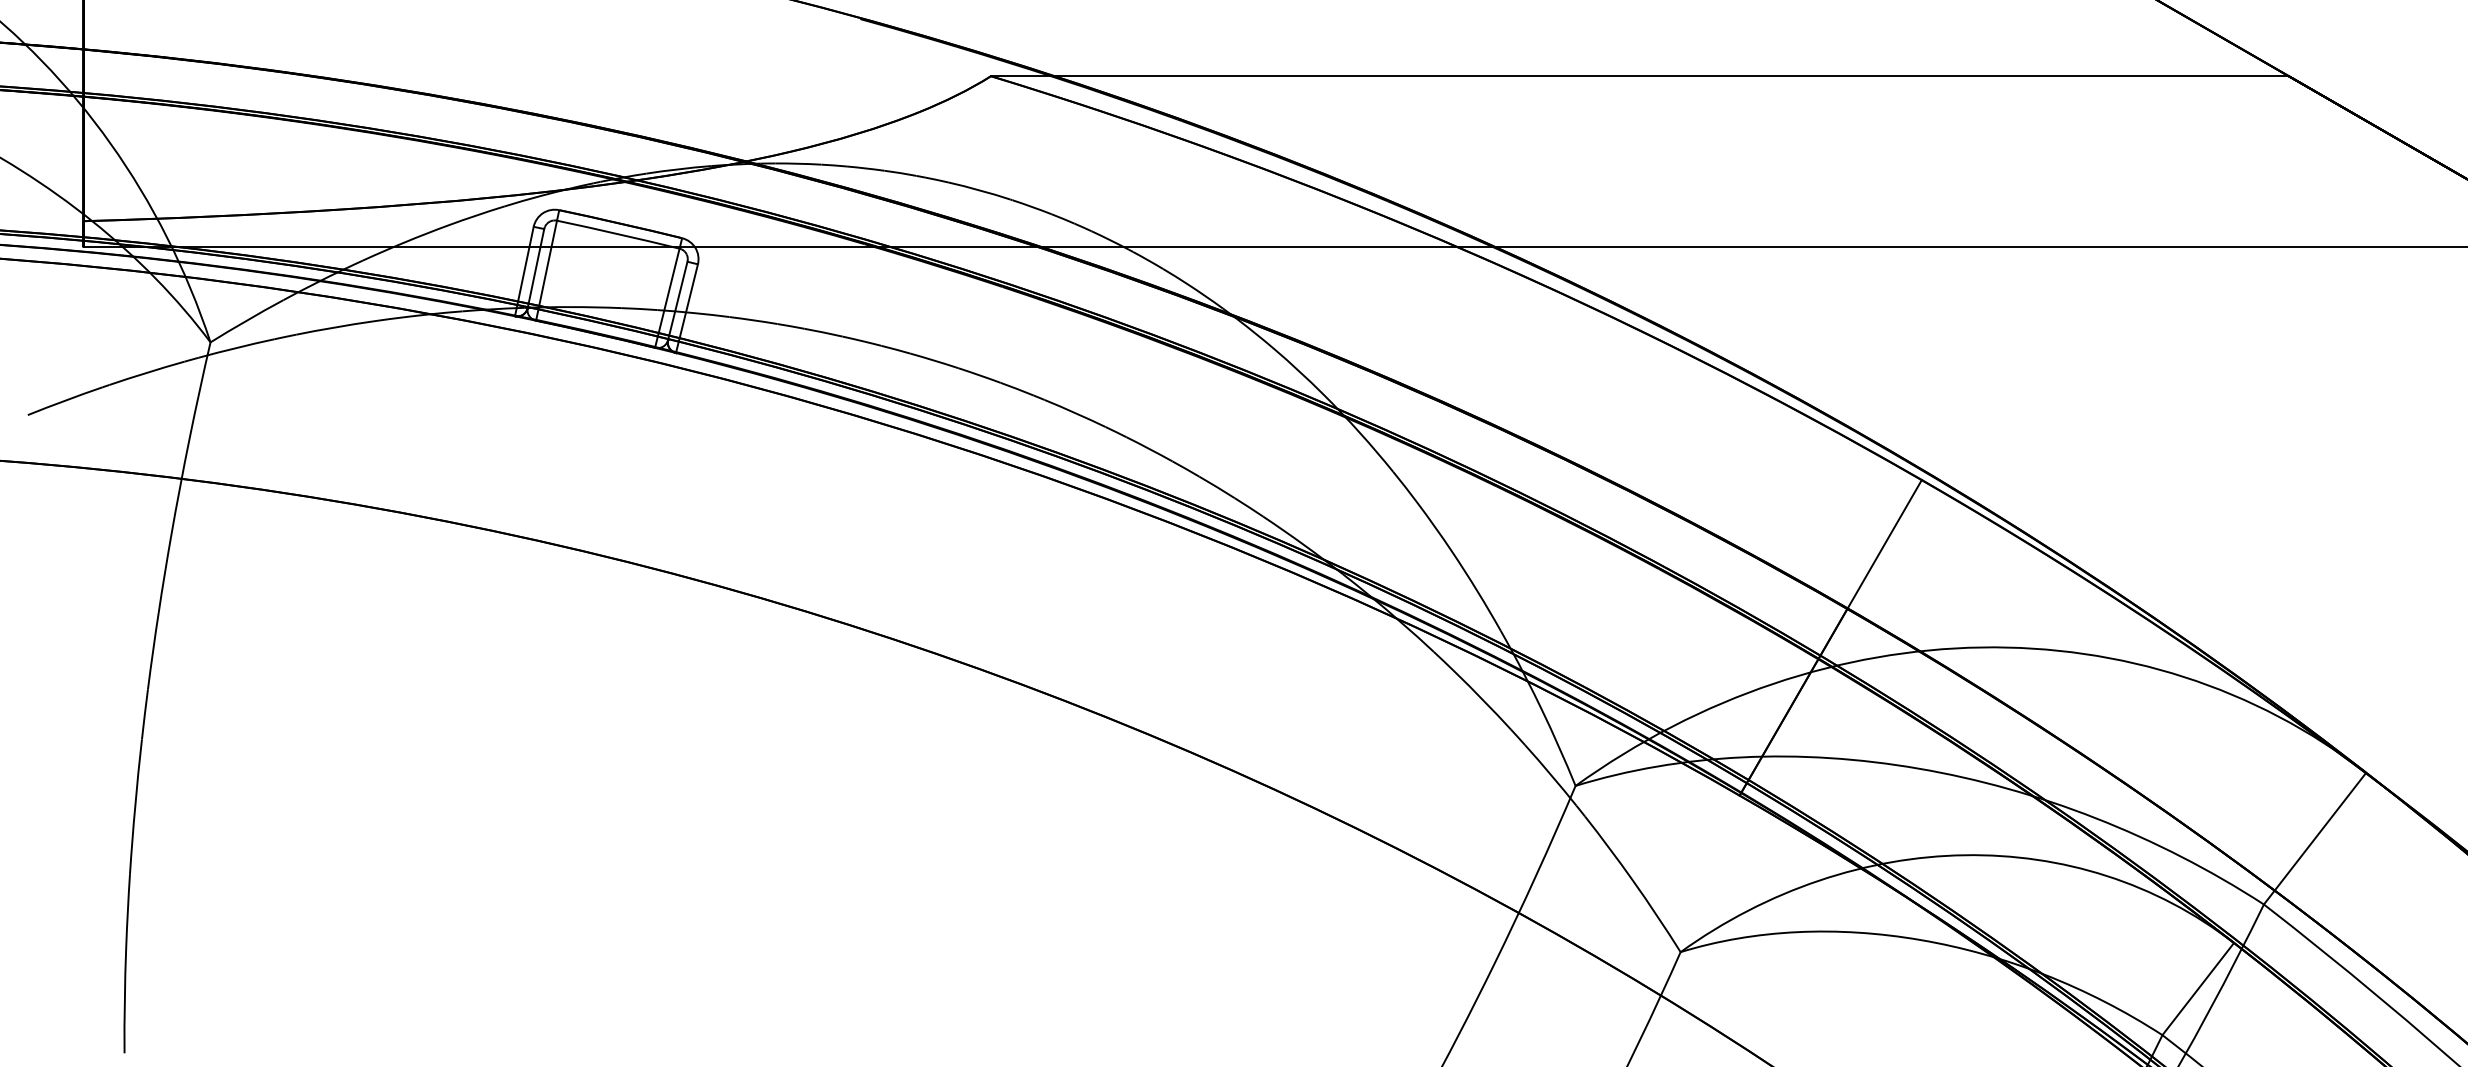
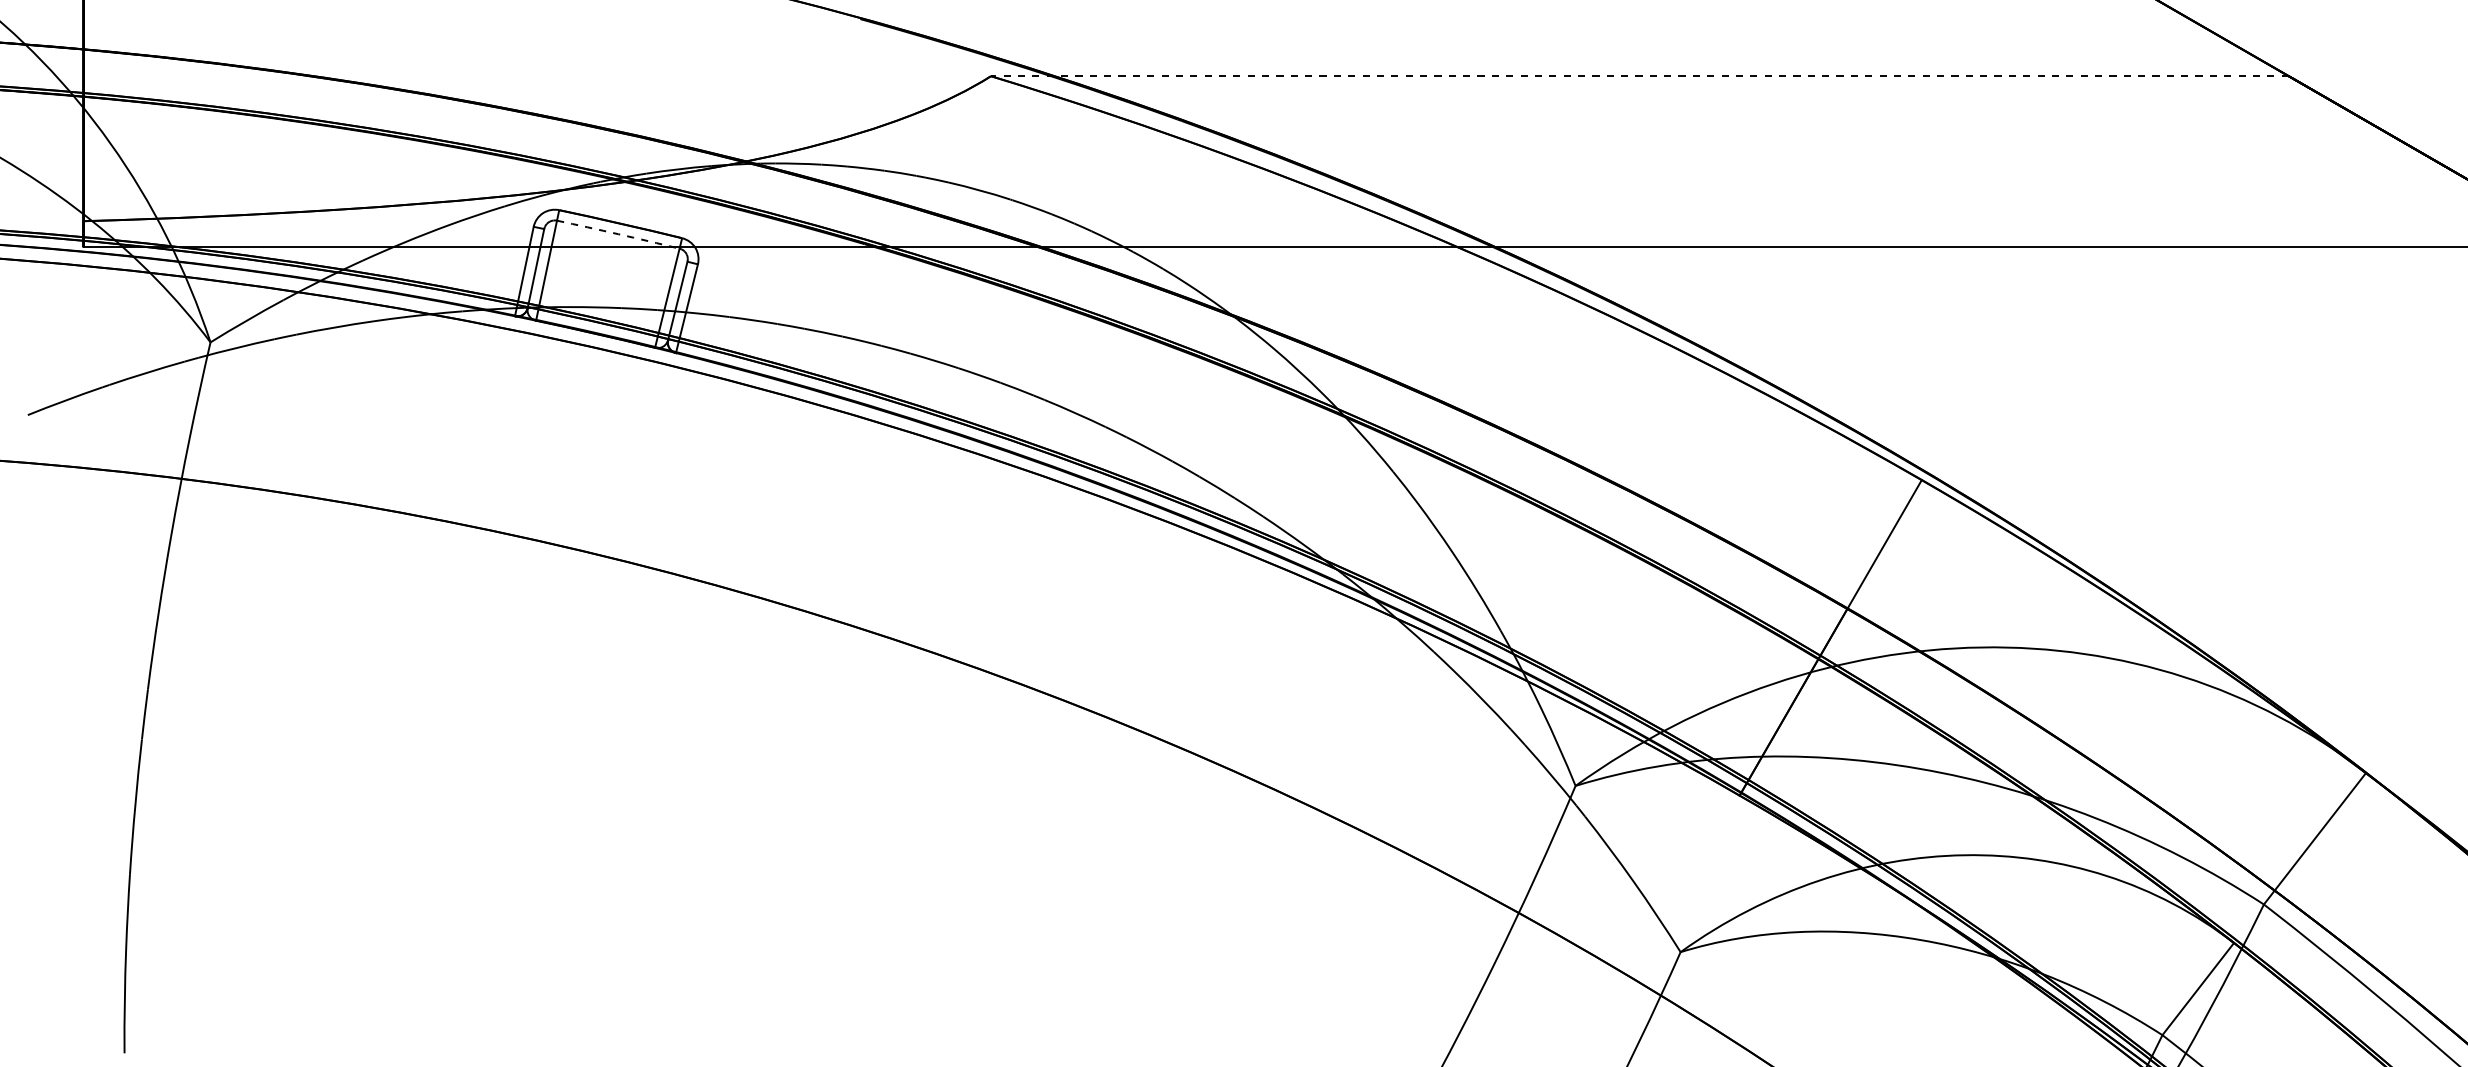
line at (1639, 76): solid -> dashed
arc at (618, 234): solid -> dashed
